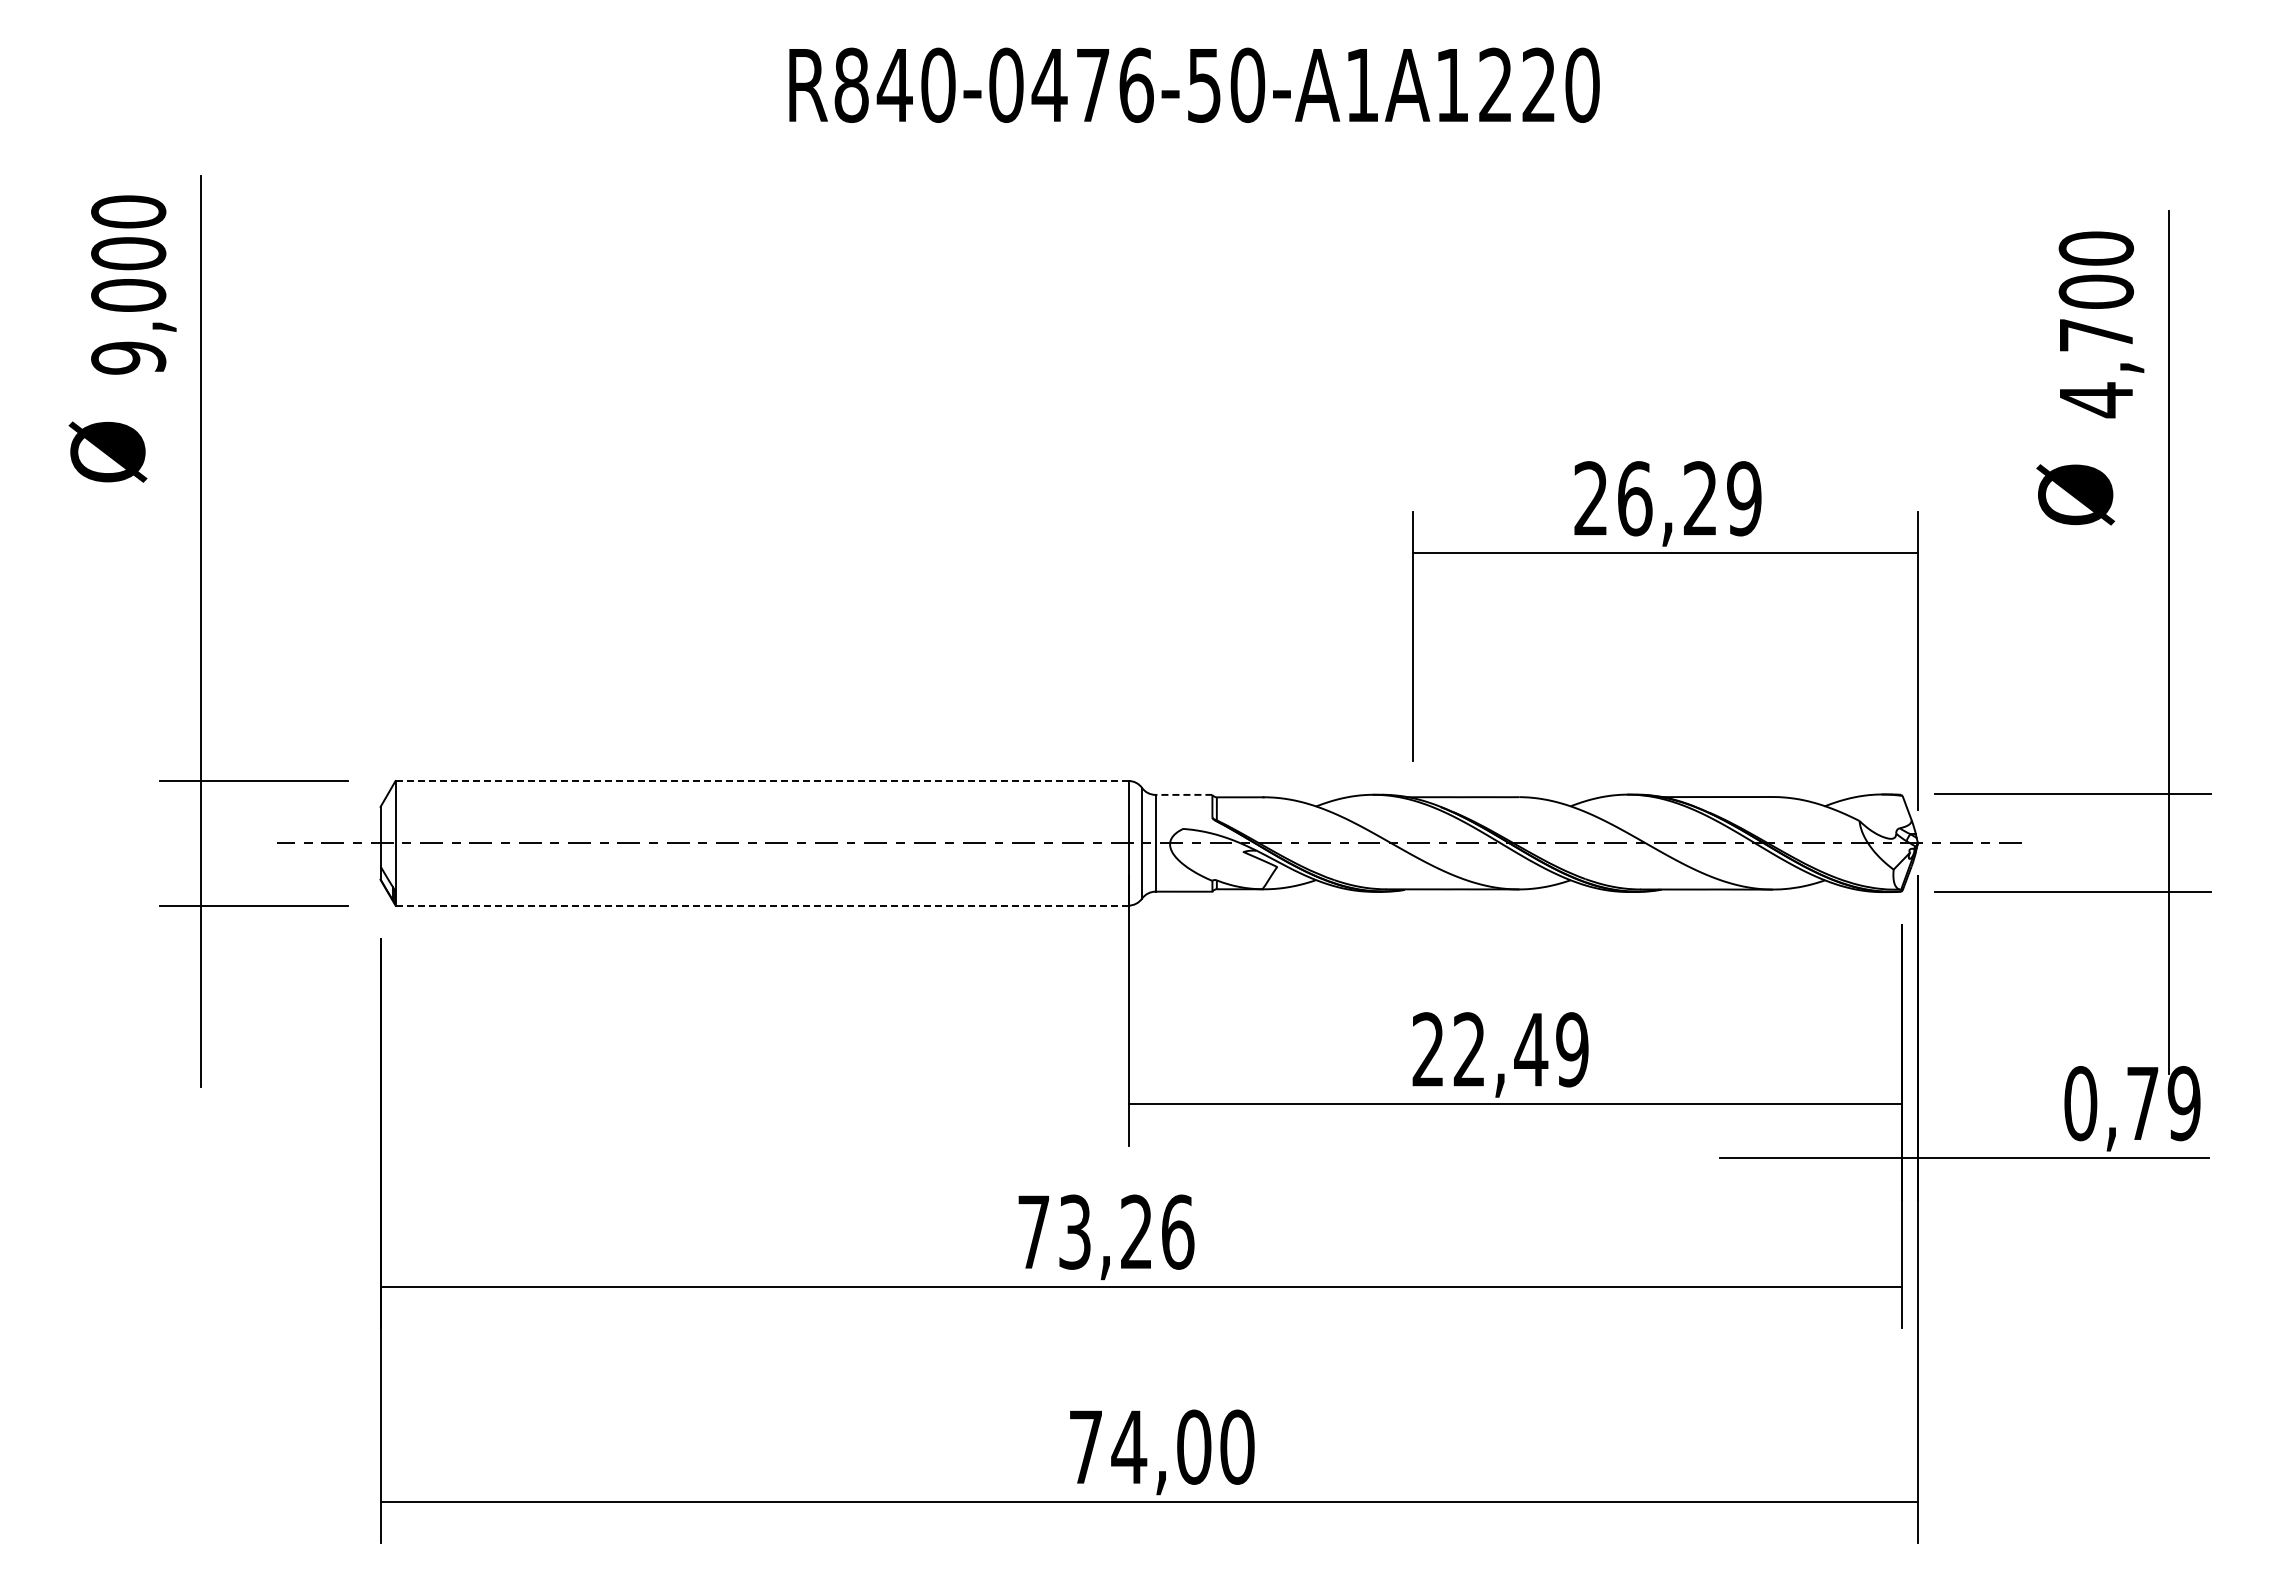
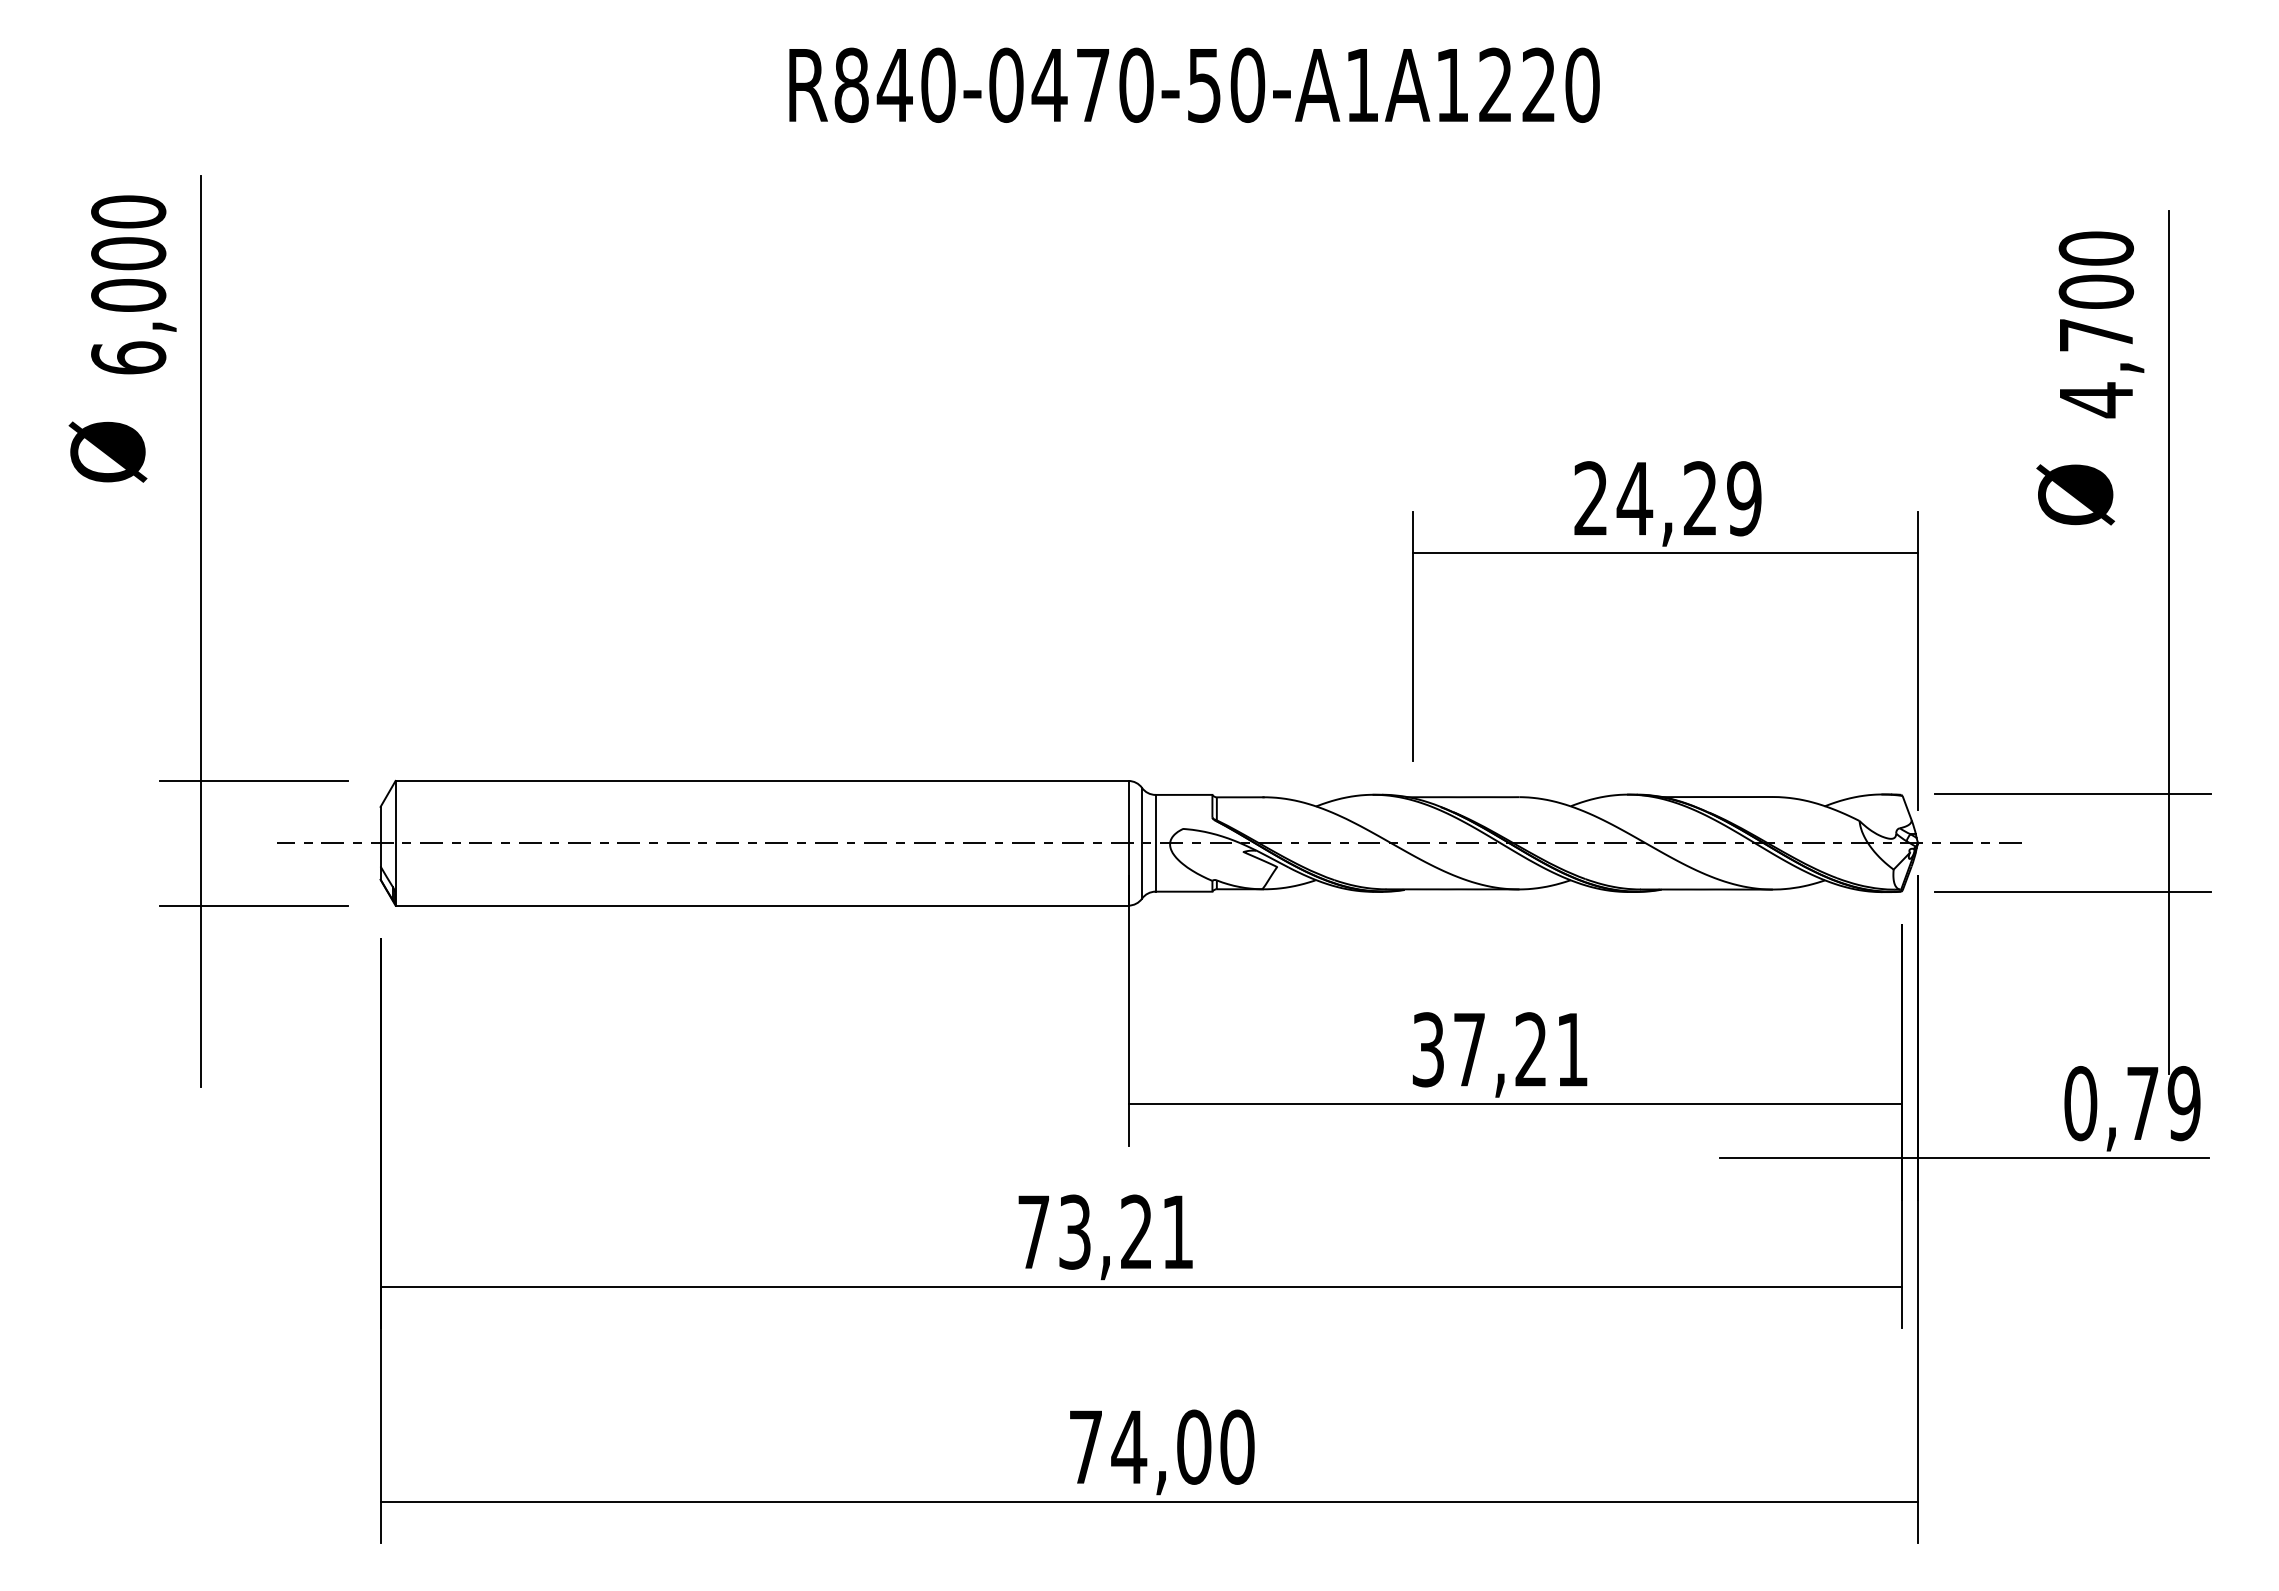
text at (1136, 84): R840-0476-50-A1A1220 -> R840-0470-50-A1A1220
text at (128, 357): 9,000 -> 6,000
text at (1634, 498): 26,29 -> 24,29
line at (761, 780): dashed -> solid
line at (1183, 794): dashed -> solid
line at (762, 905): dashed -> solid
text at (1500, 1049): 22,49 -> 37,21
text at (1178, 1231): 73,26 -> 73,21
